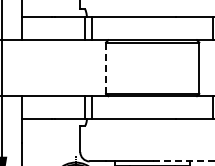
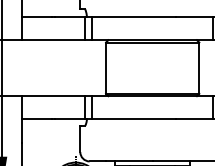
line at (106, 68): dashed -> solid
line at (183, 161): dashed -> solid
